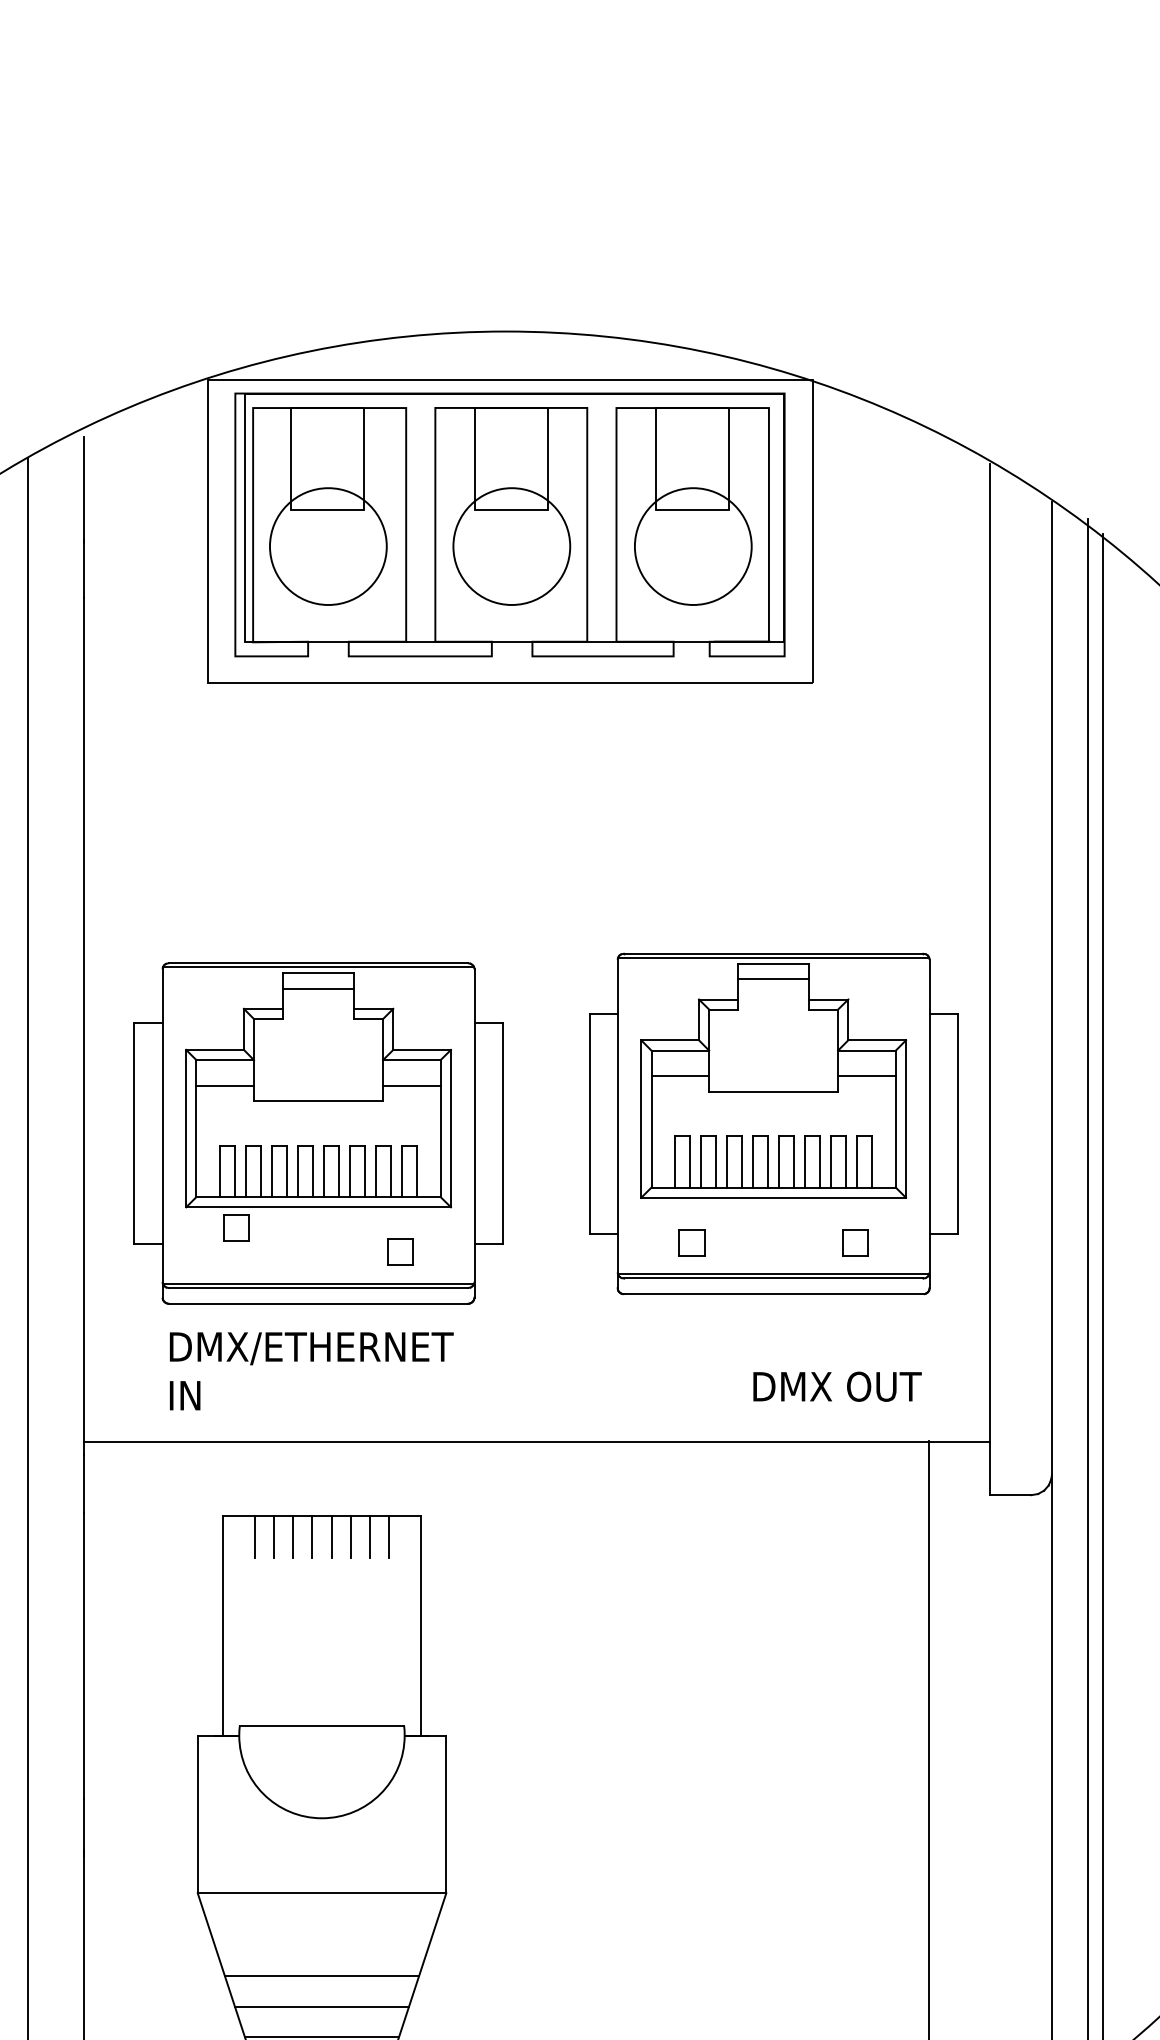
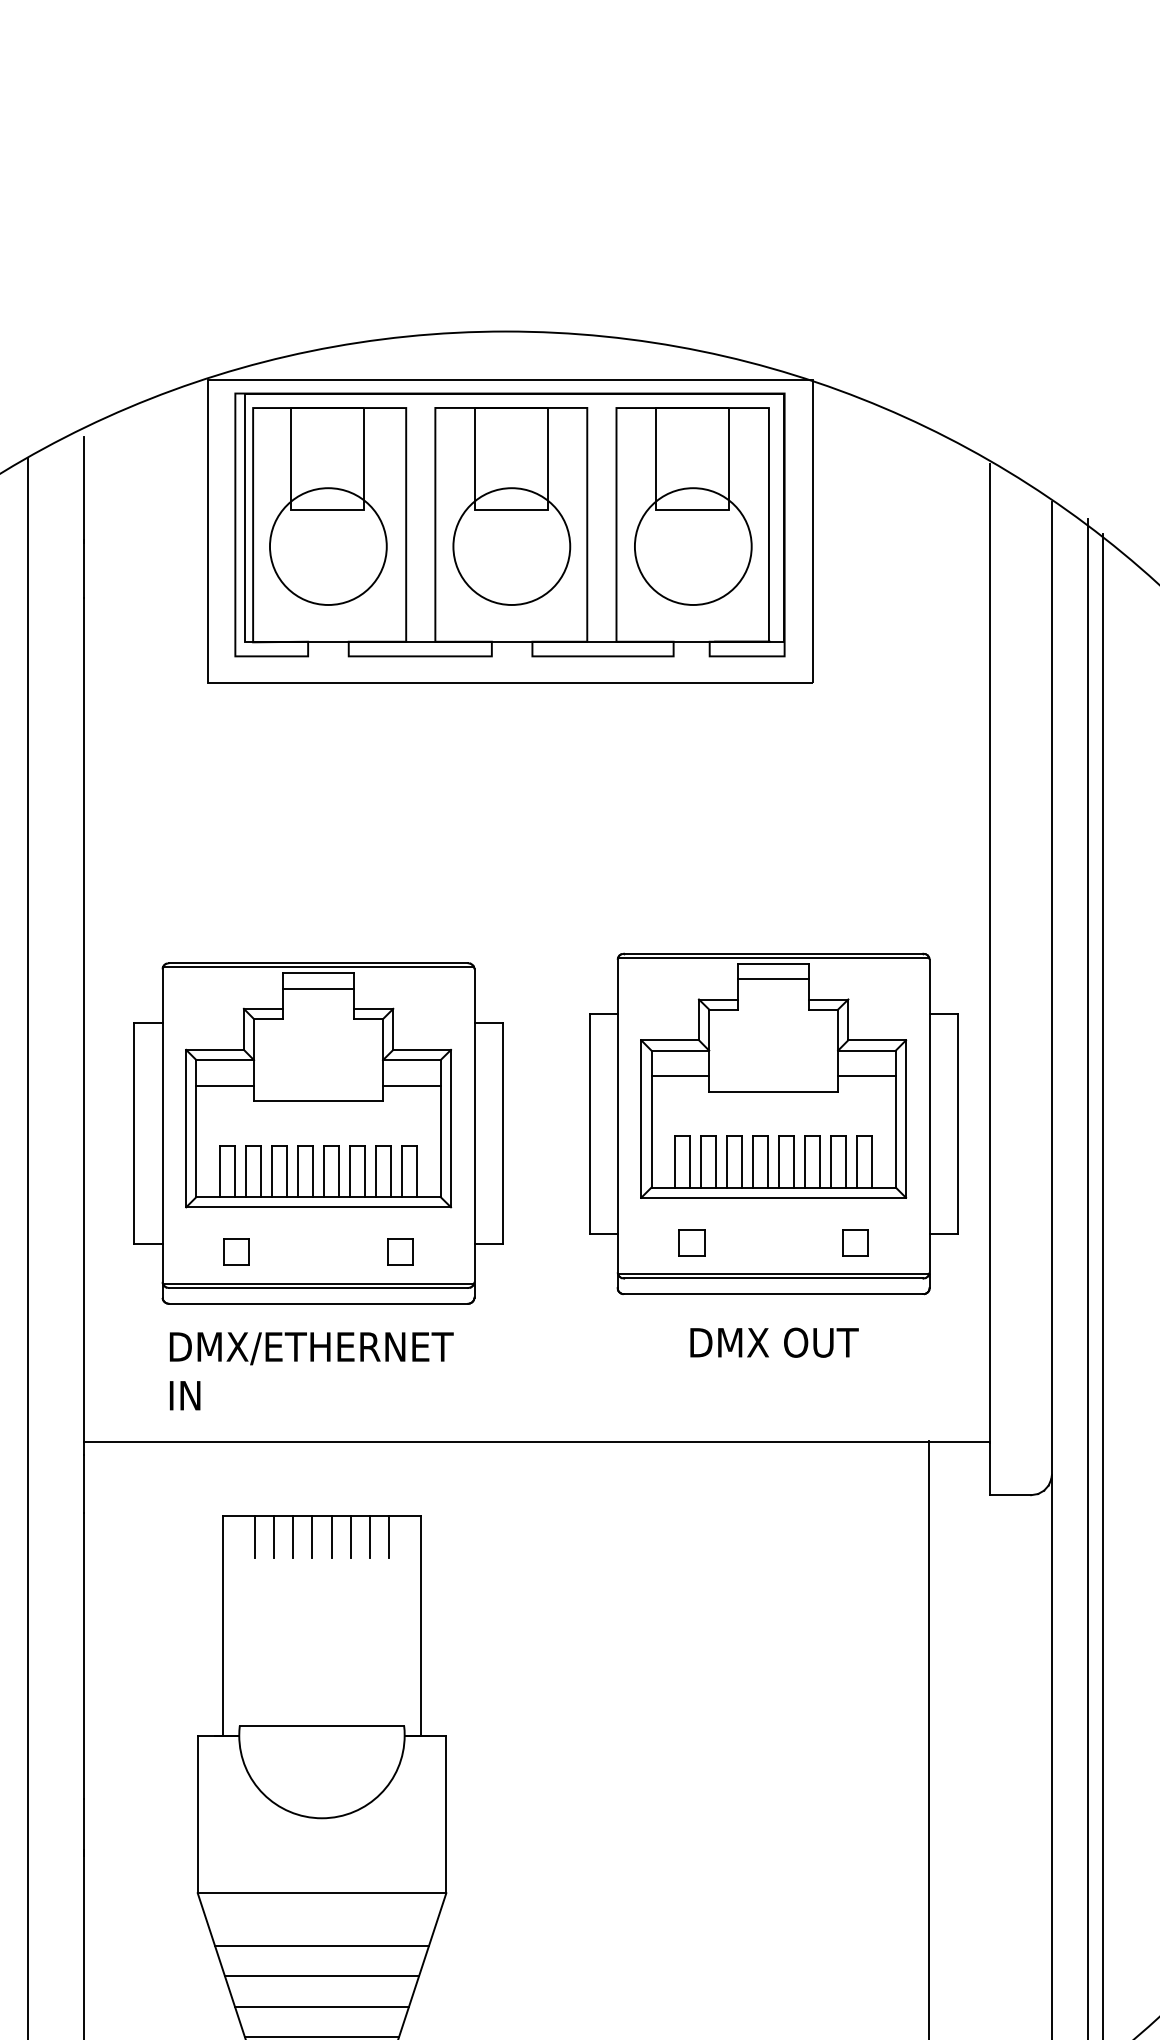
part at (236, 1227) position: (236, 1227) -> (236, 1251)
text at (837, 1386) position: (837, 1386) -> (774, 1342)
line at (322, 1945): none -> present
